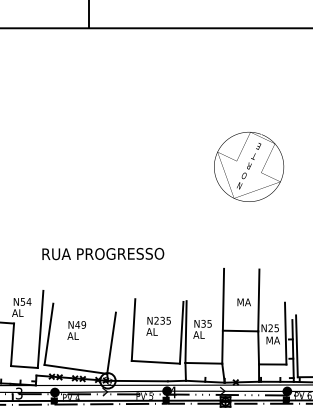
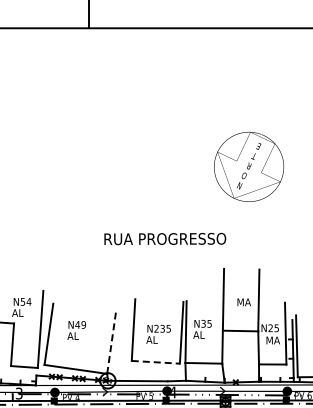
text at (103, 253) position: (103, 253) -> (165, 238)
text at (158, 325) position: (158, 325) -> (158, 333)
line at (111, 343): solid -> dashed
line at (156, 362): solid -> dashed
